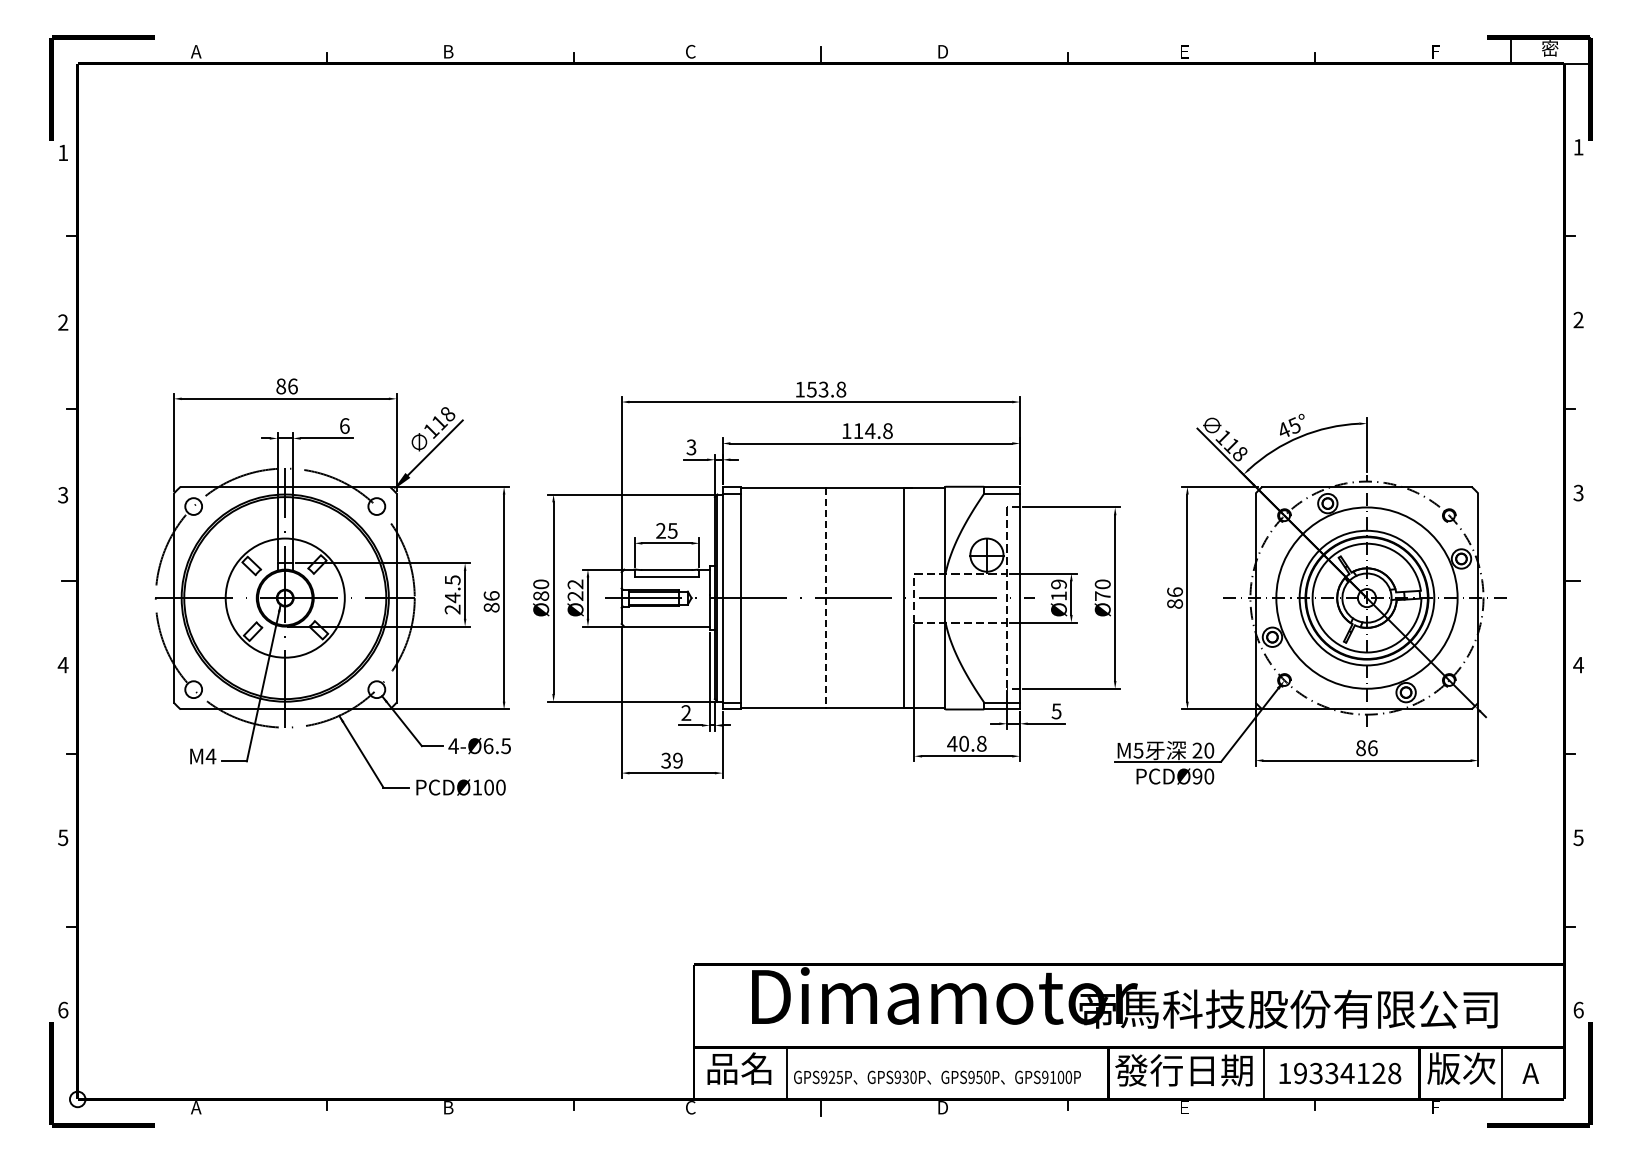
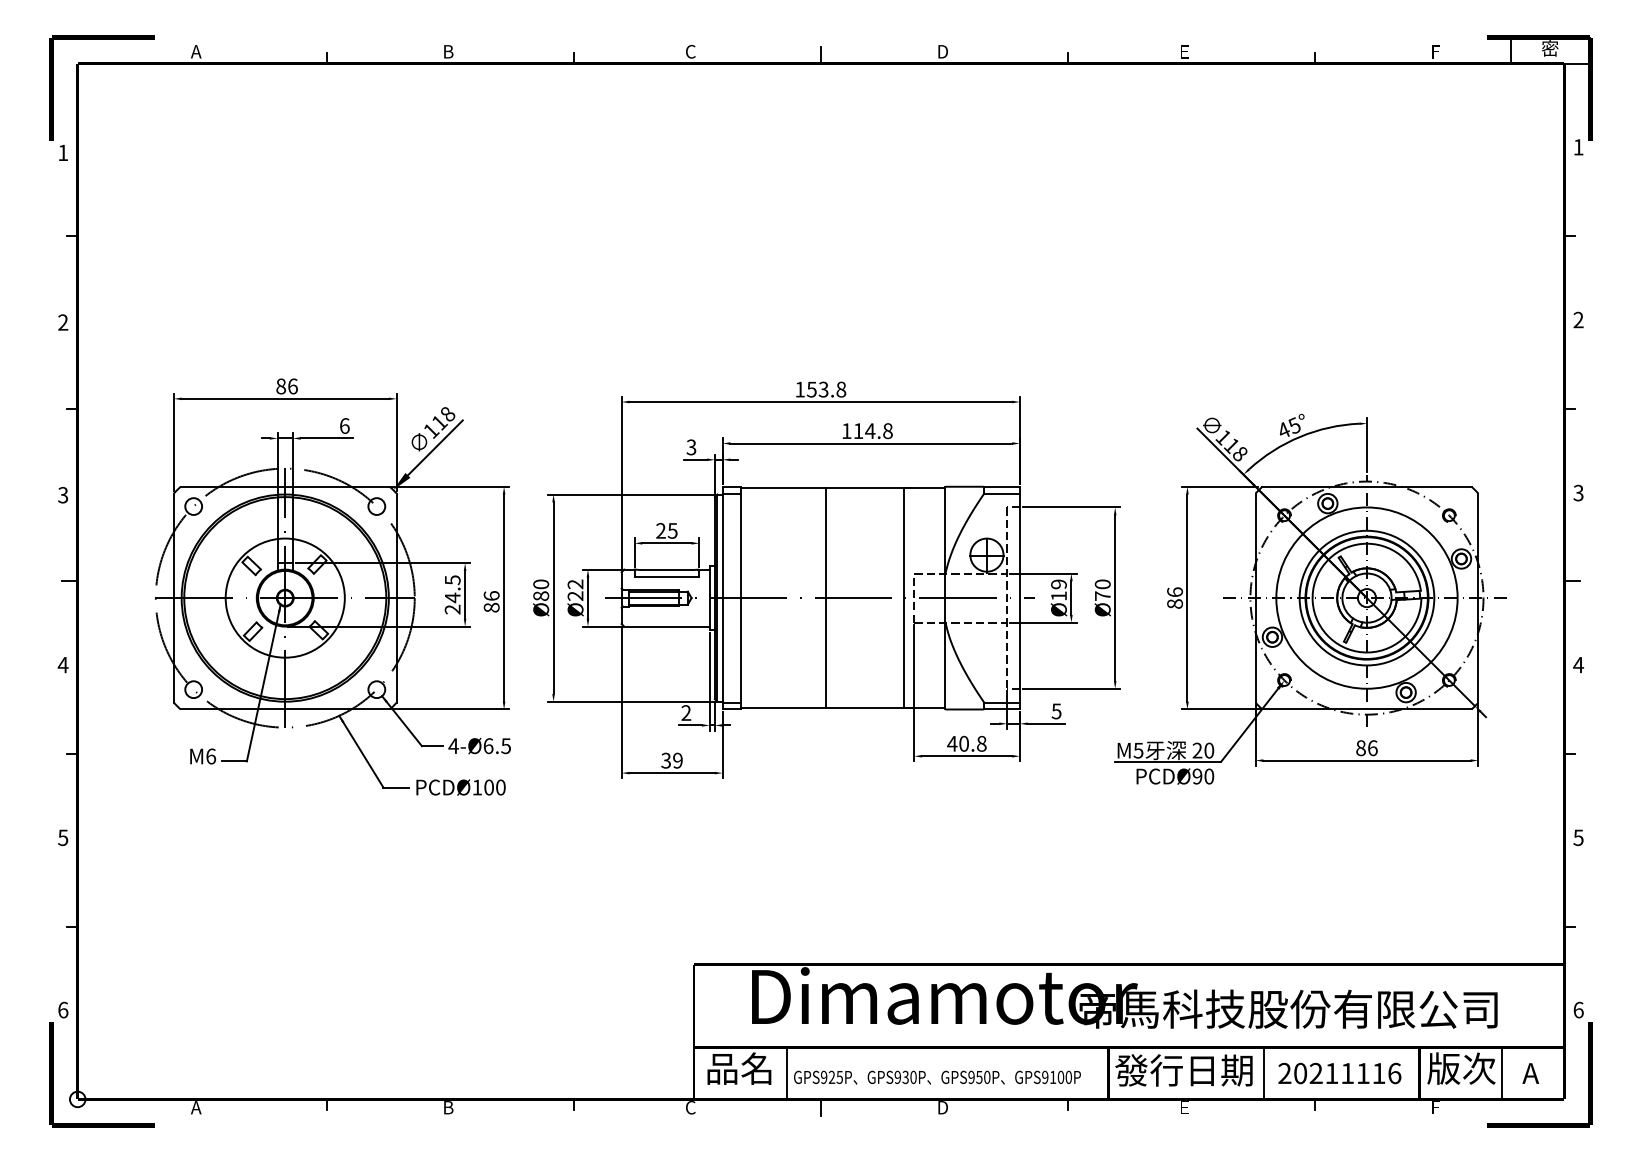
line at (826, 598): dashed -> solid
text at (210, 756): M4 -> M6
text at (1339, 1073): 19334128 -> 20211116
